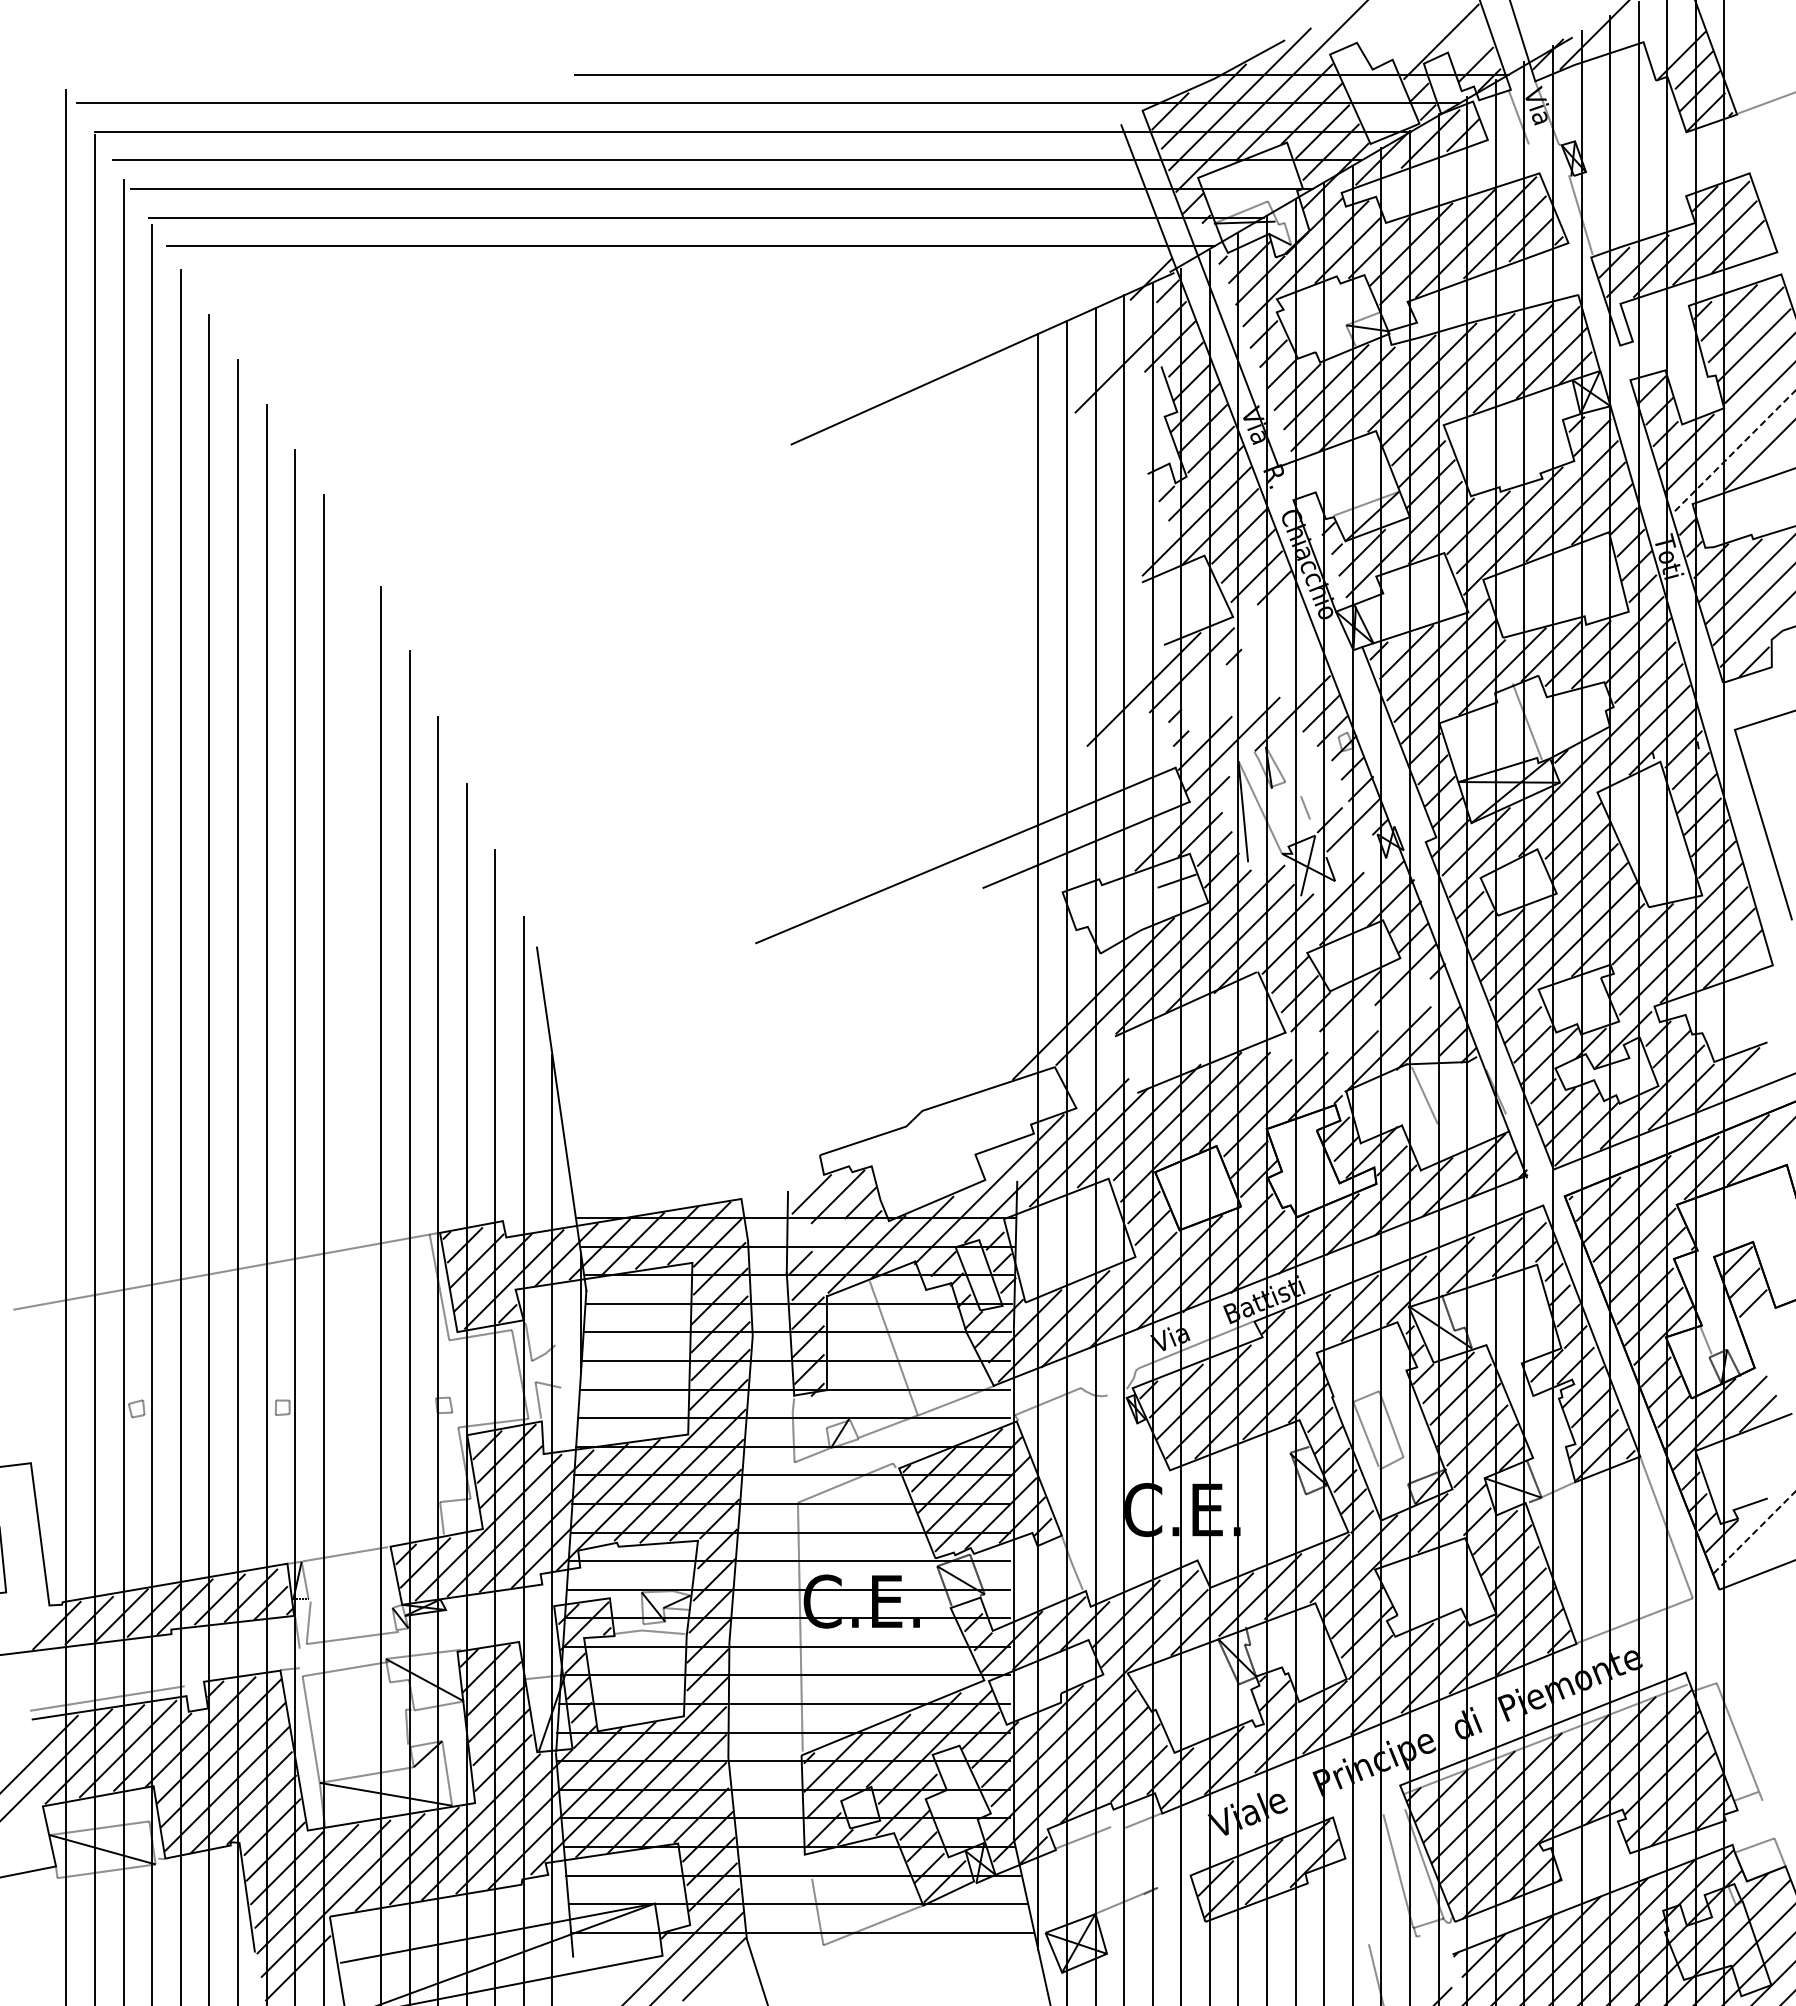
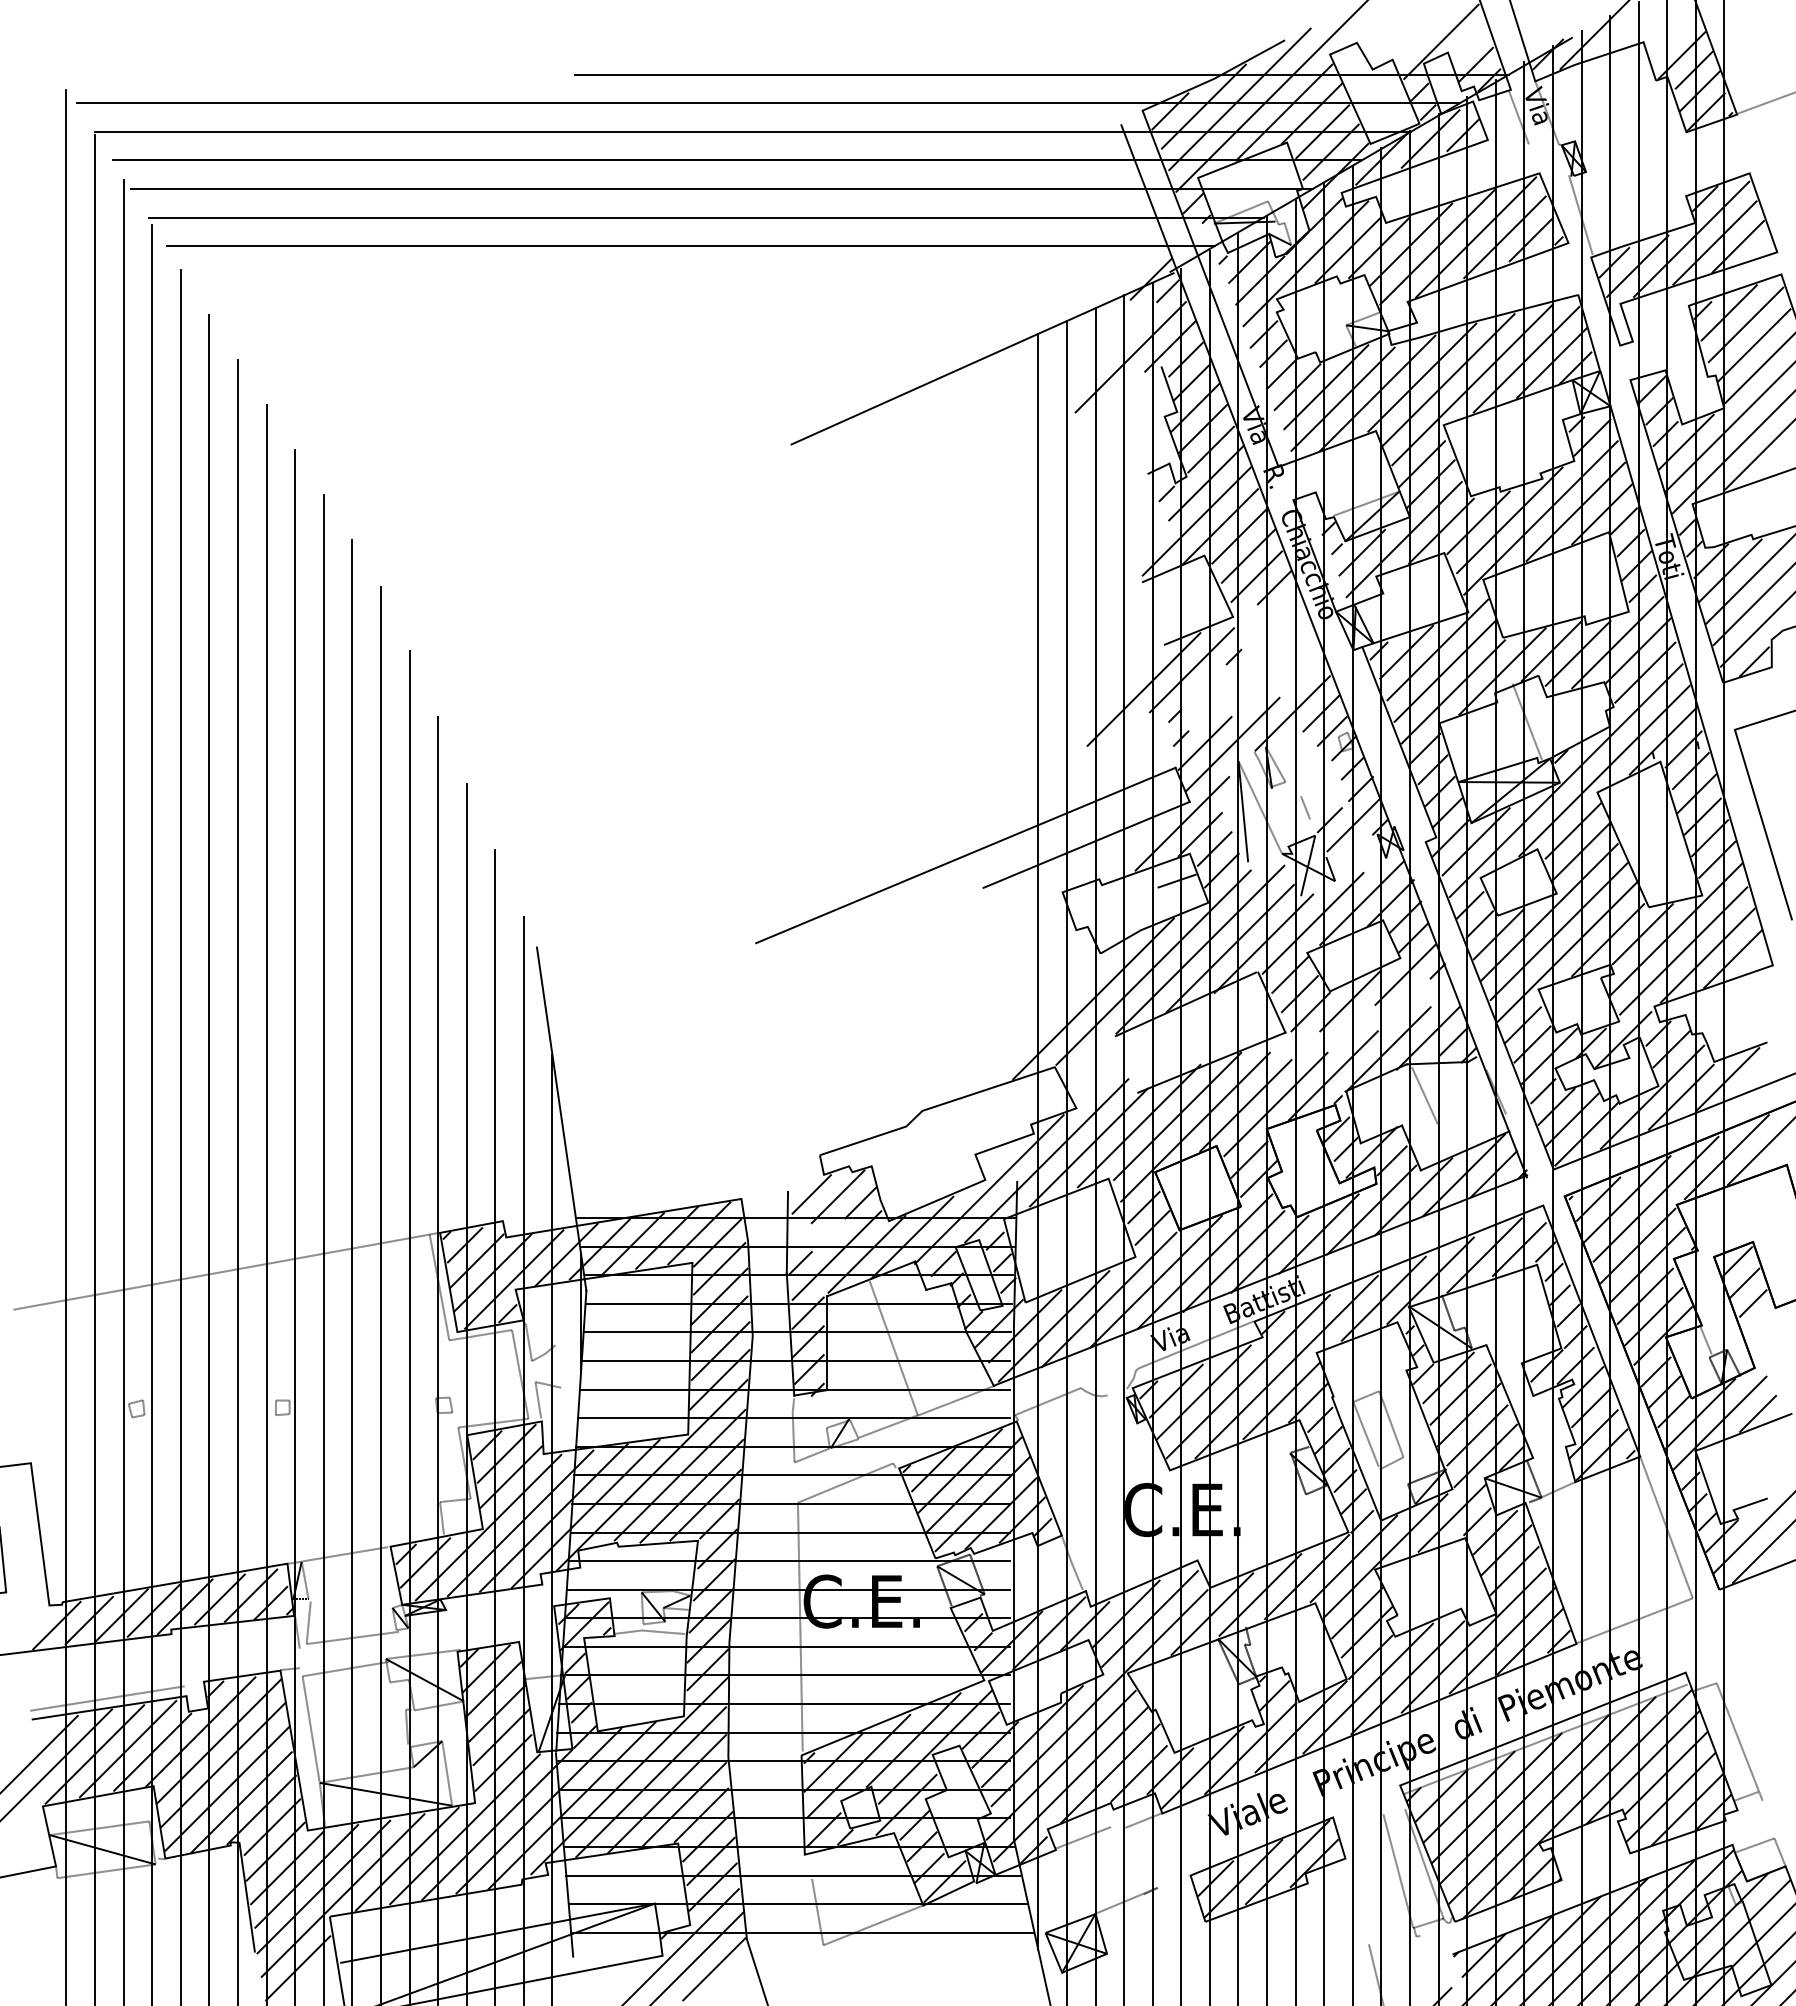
line at (1734, 451): dashed -> solid
line at (352, 1270): none -> present
line at (1755, 1531): dashed -> solid
line at (1762, 1552): none -> present
